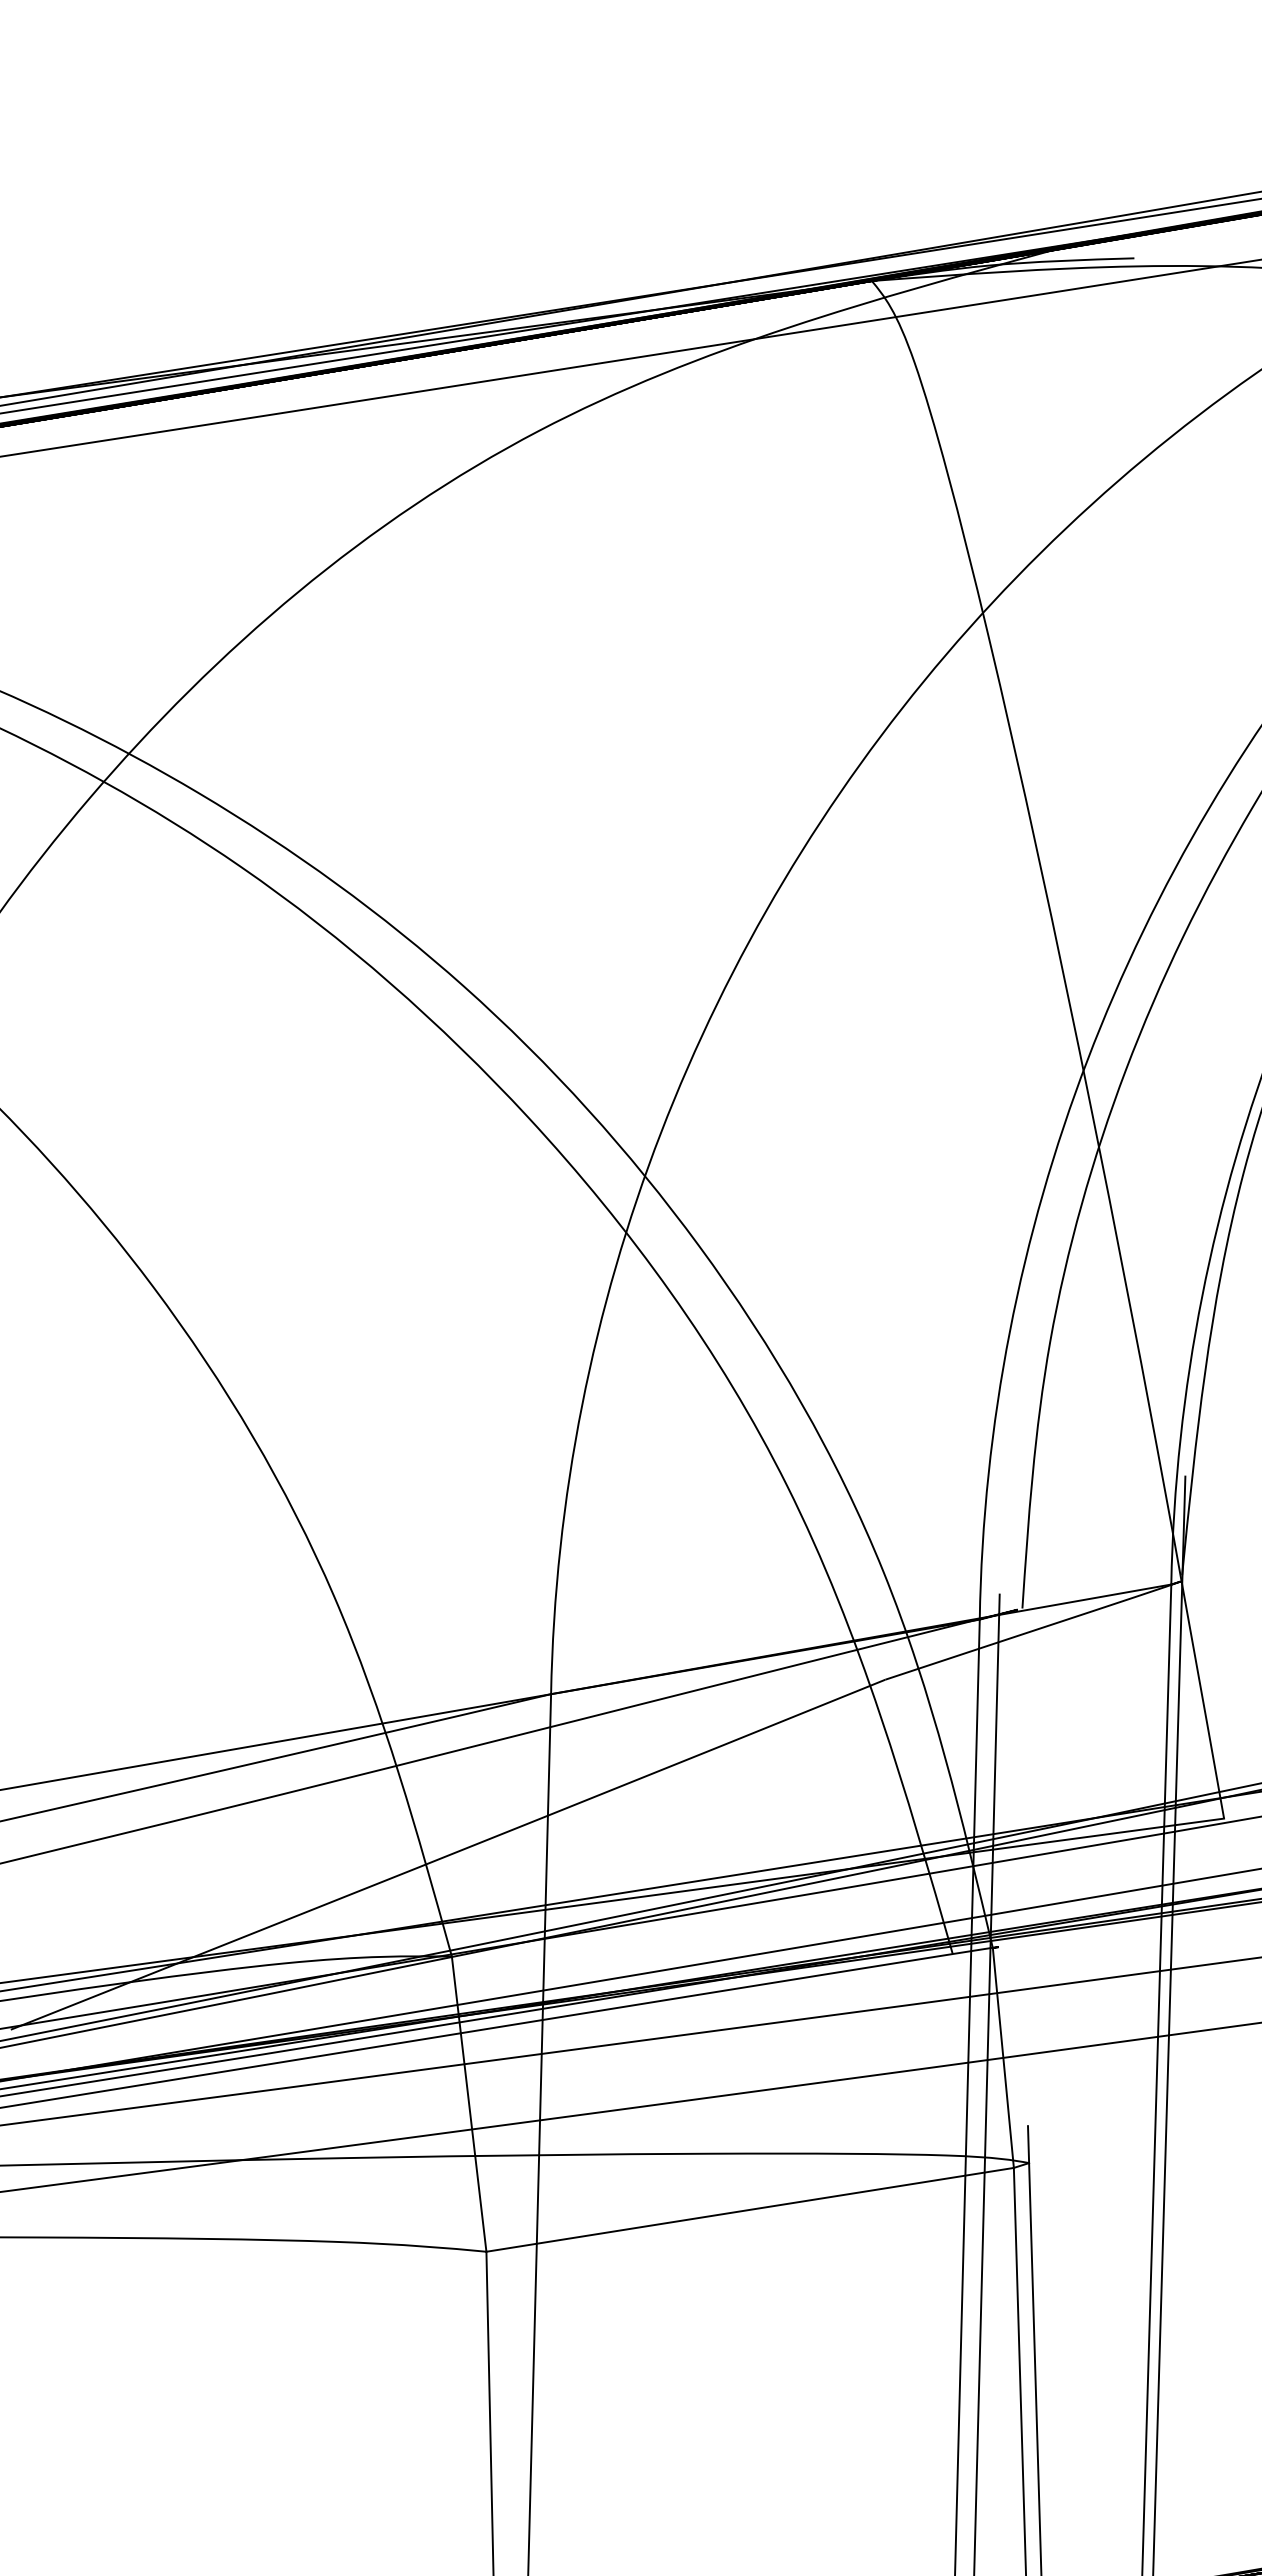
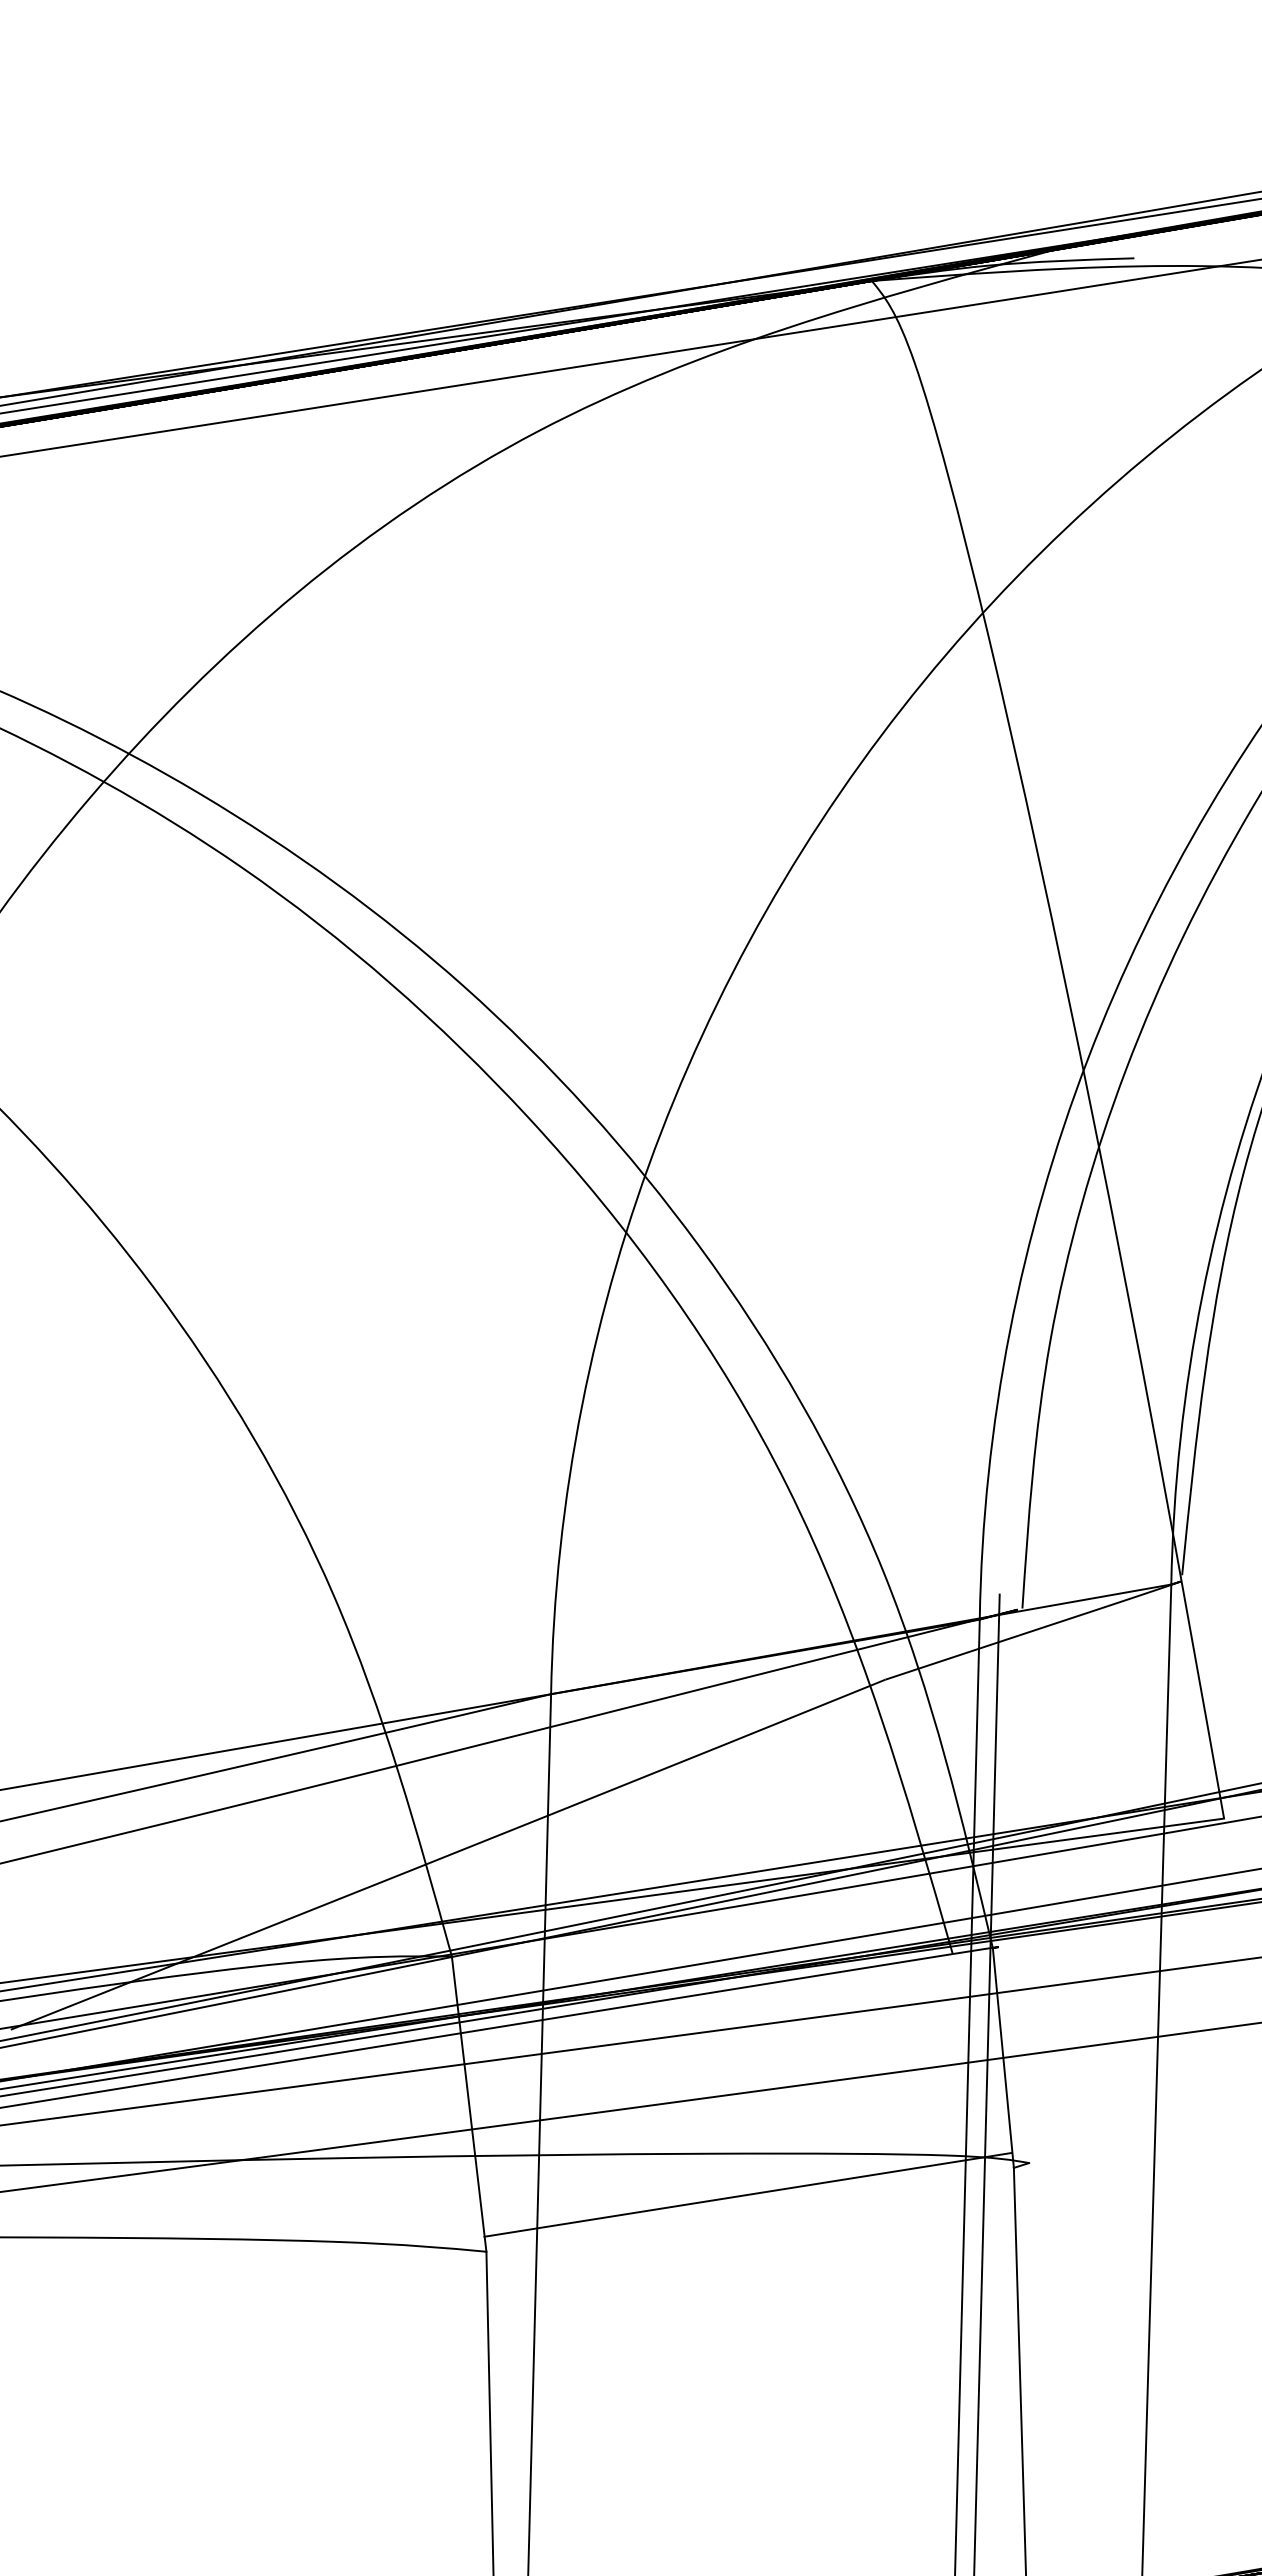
line at (1169, 2024): present -> none
line at (749, 2209) position: (749, 2209) -> (747, 2194)
line at (1034, 2349): present -> none
